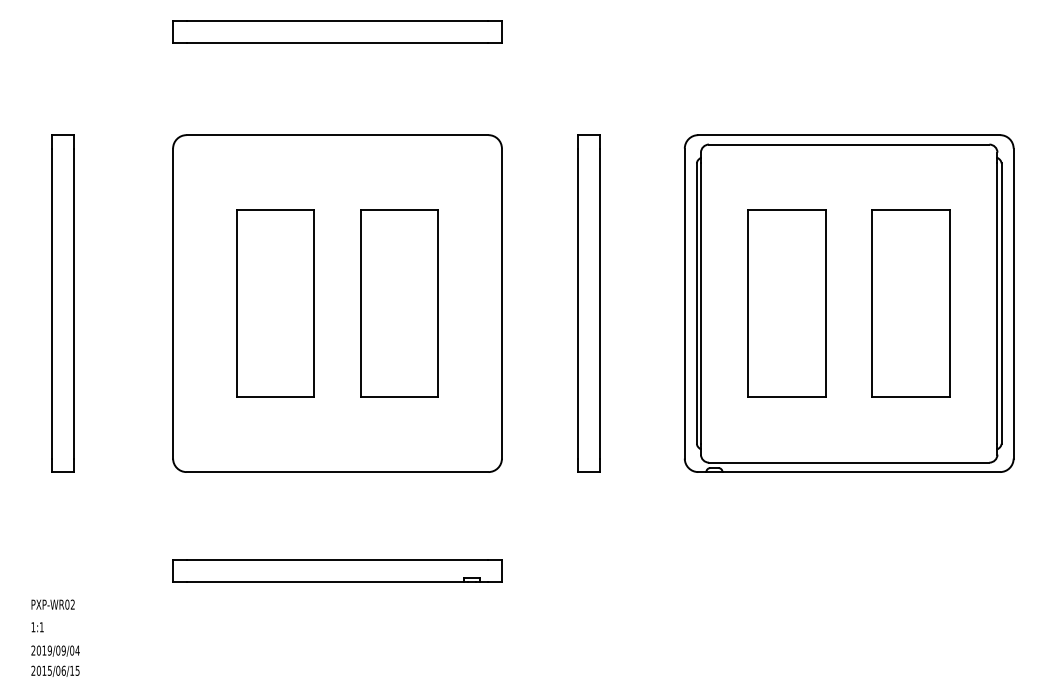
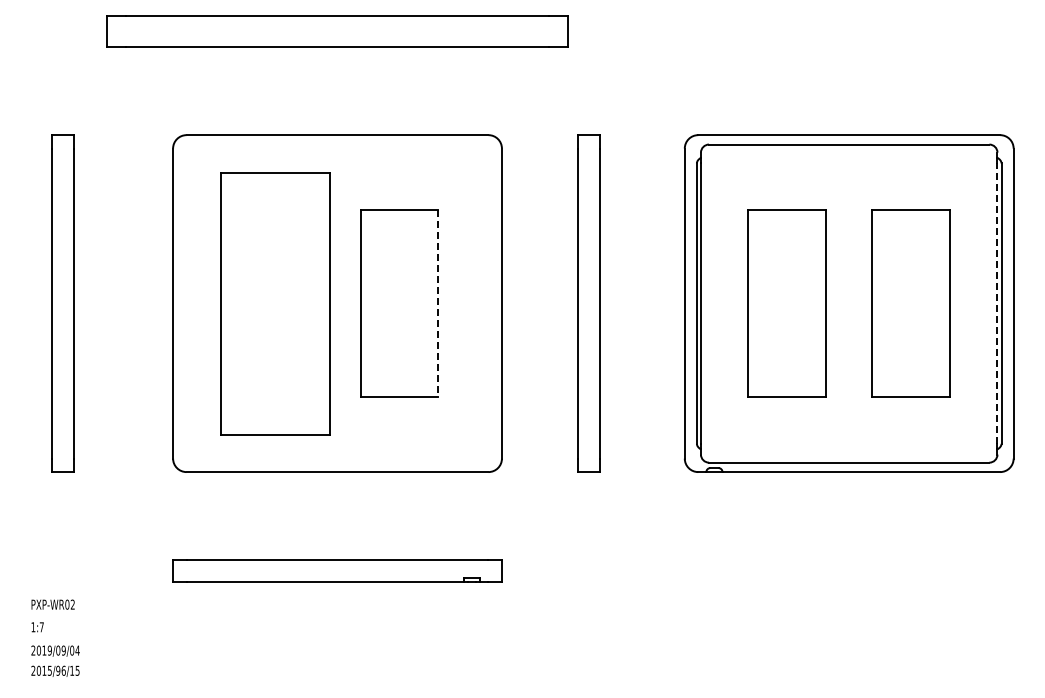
part at (337, 31) size: 331x24 px -> 463x33 px
part at (275, 303) size: 79x189 px -> 111x264 px
line at (438, 303): solid -> dashed
line at (997, 303): solid -> dashed
text at (41, 627): 1:1 -> 1:7
text at (58, 670): 2015/06/15 -> 2015/96/15
